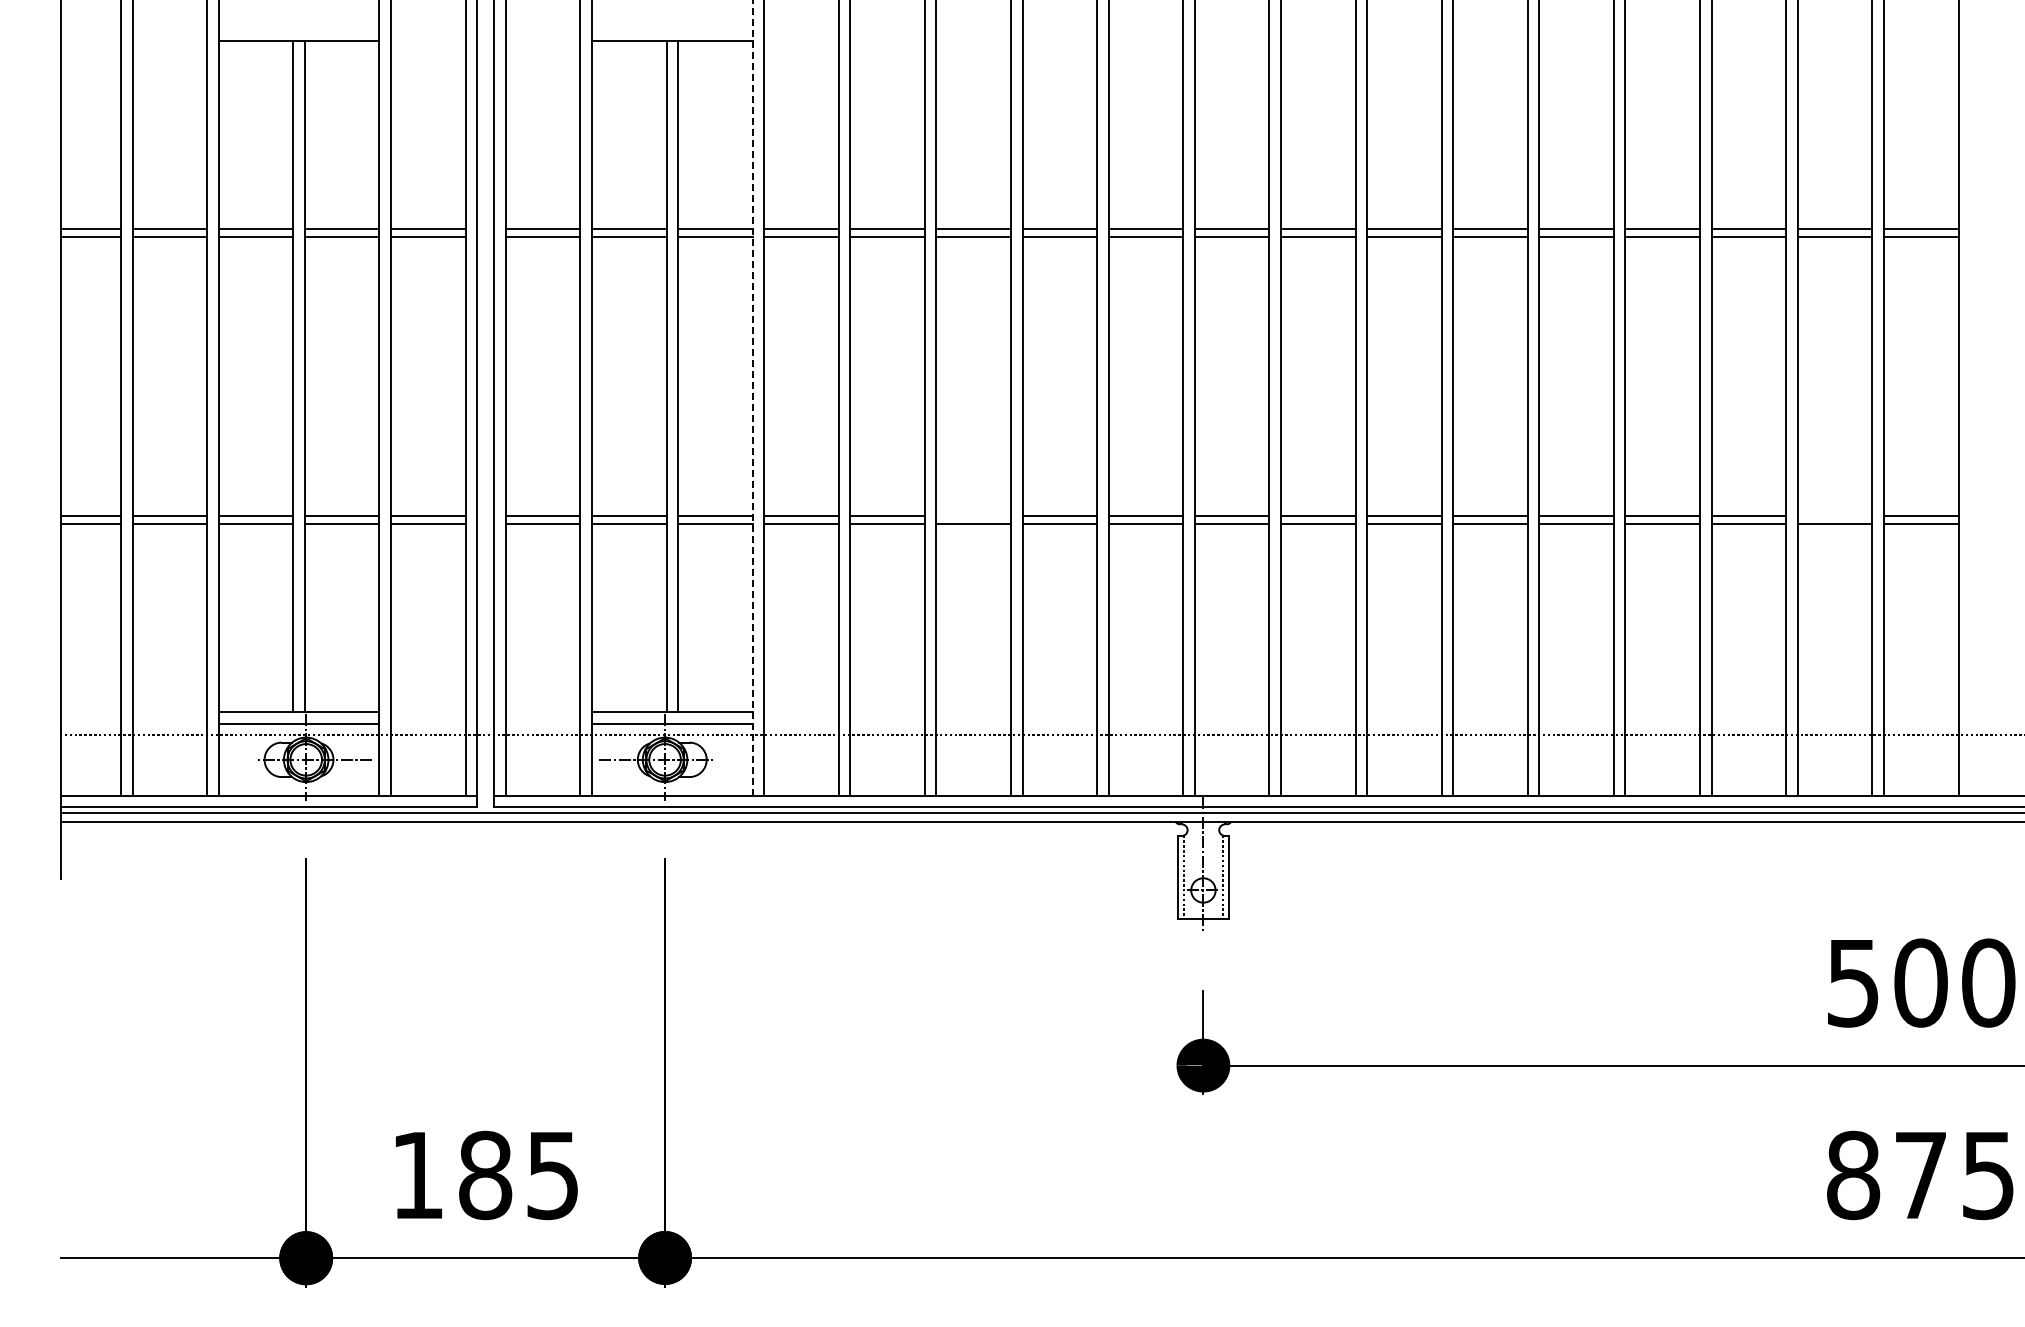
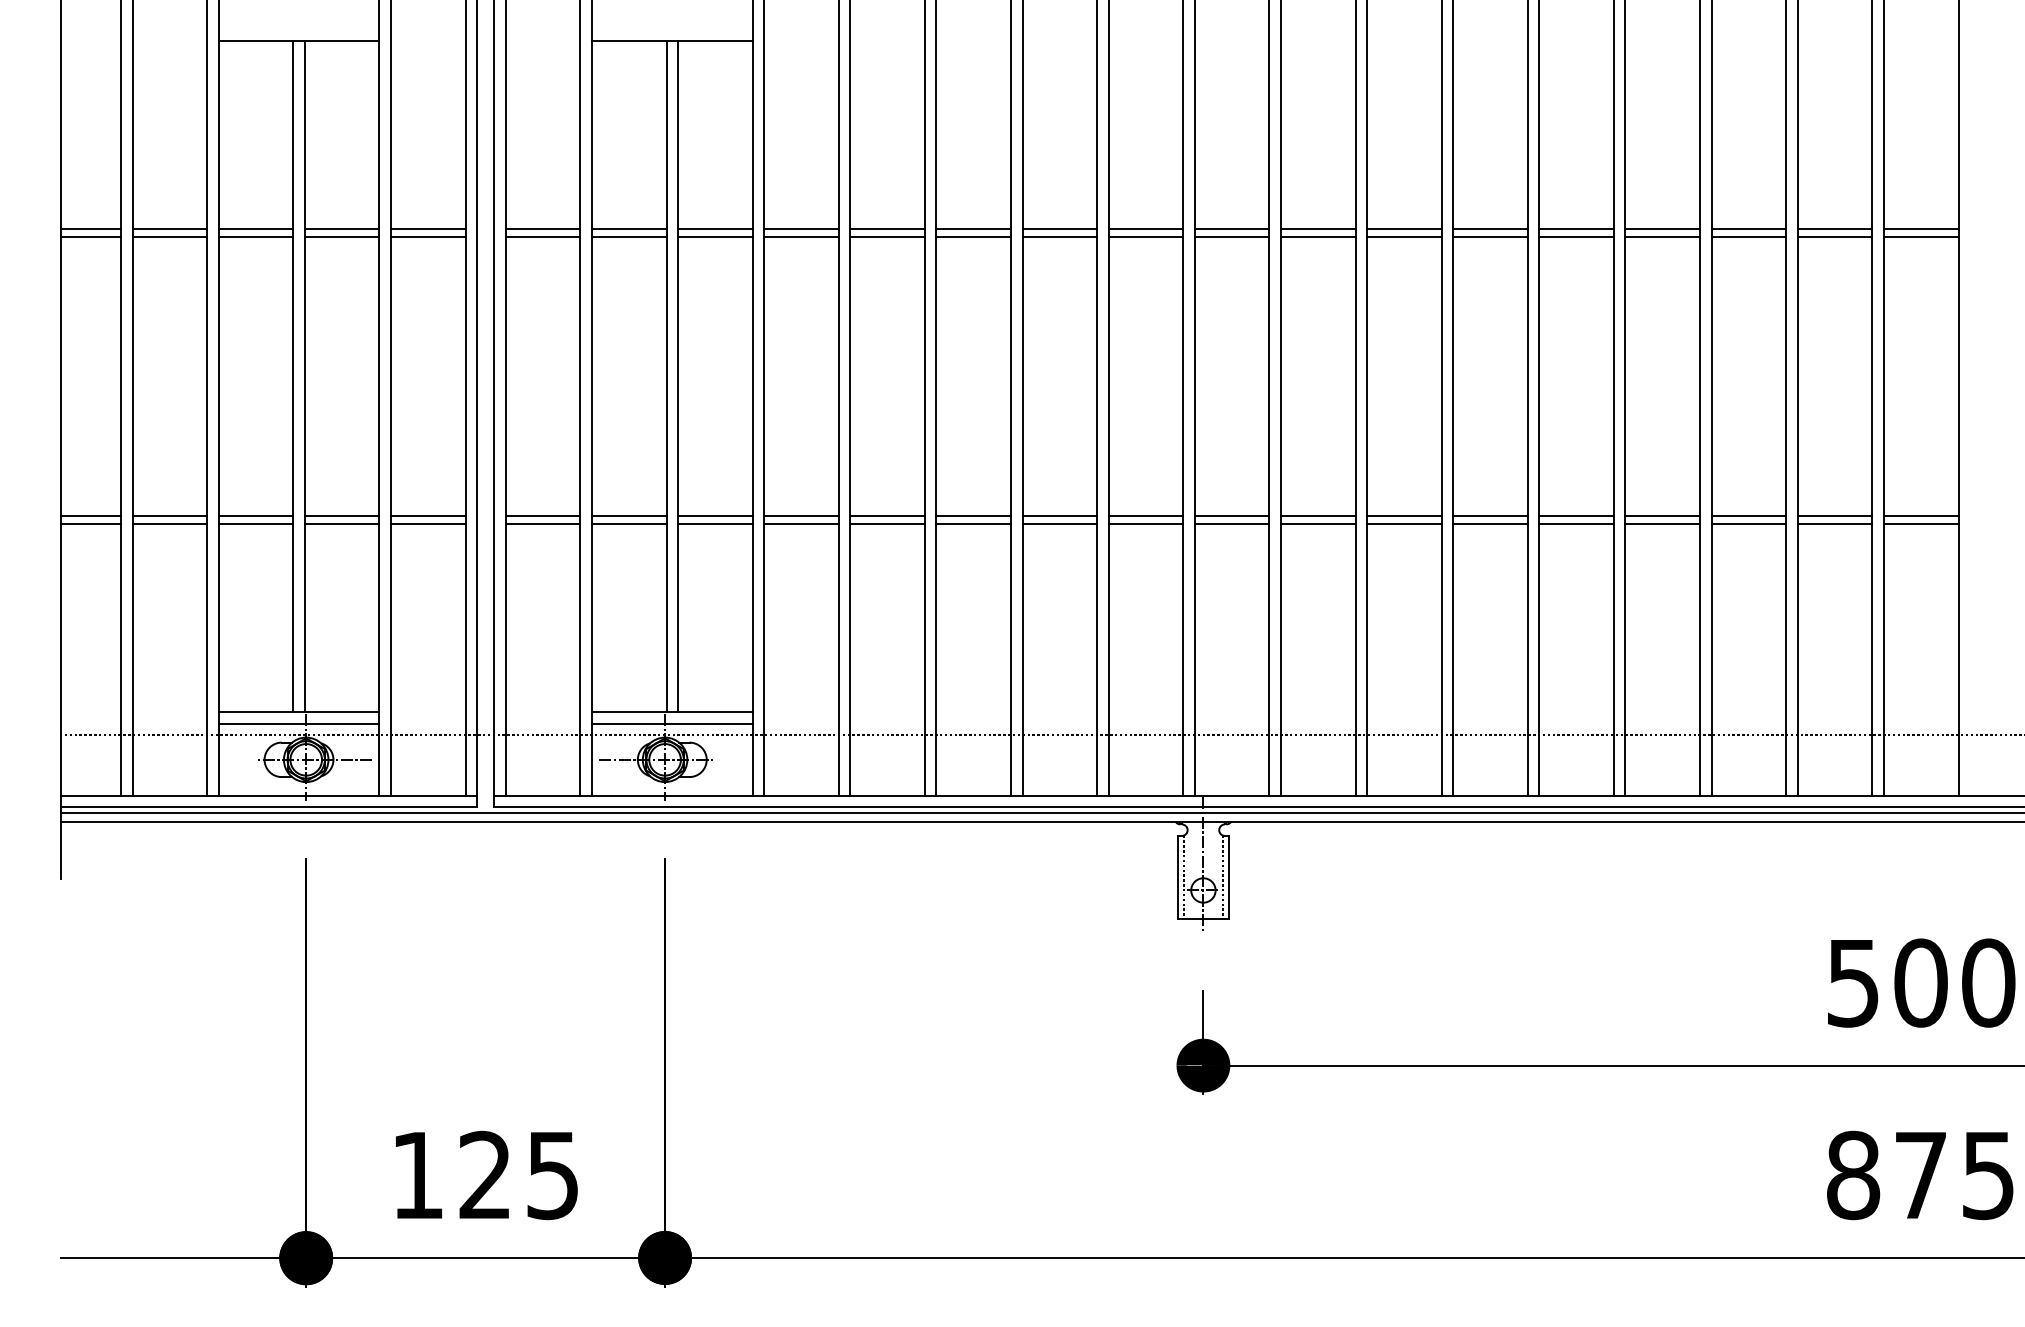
line at (752, 398): dashed -> solid
line at (973, 515): none -> present
line at (1834, 515): none -> present
text at (485, 1175): 185 -> 125
